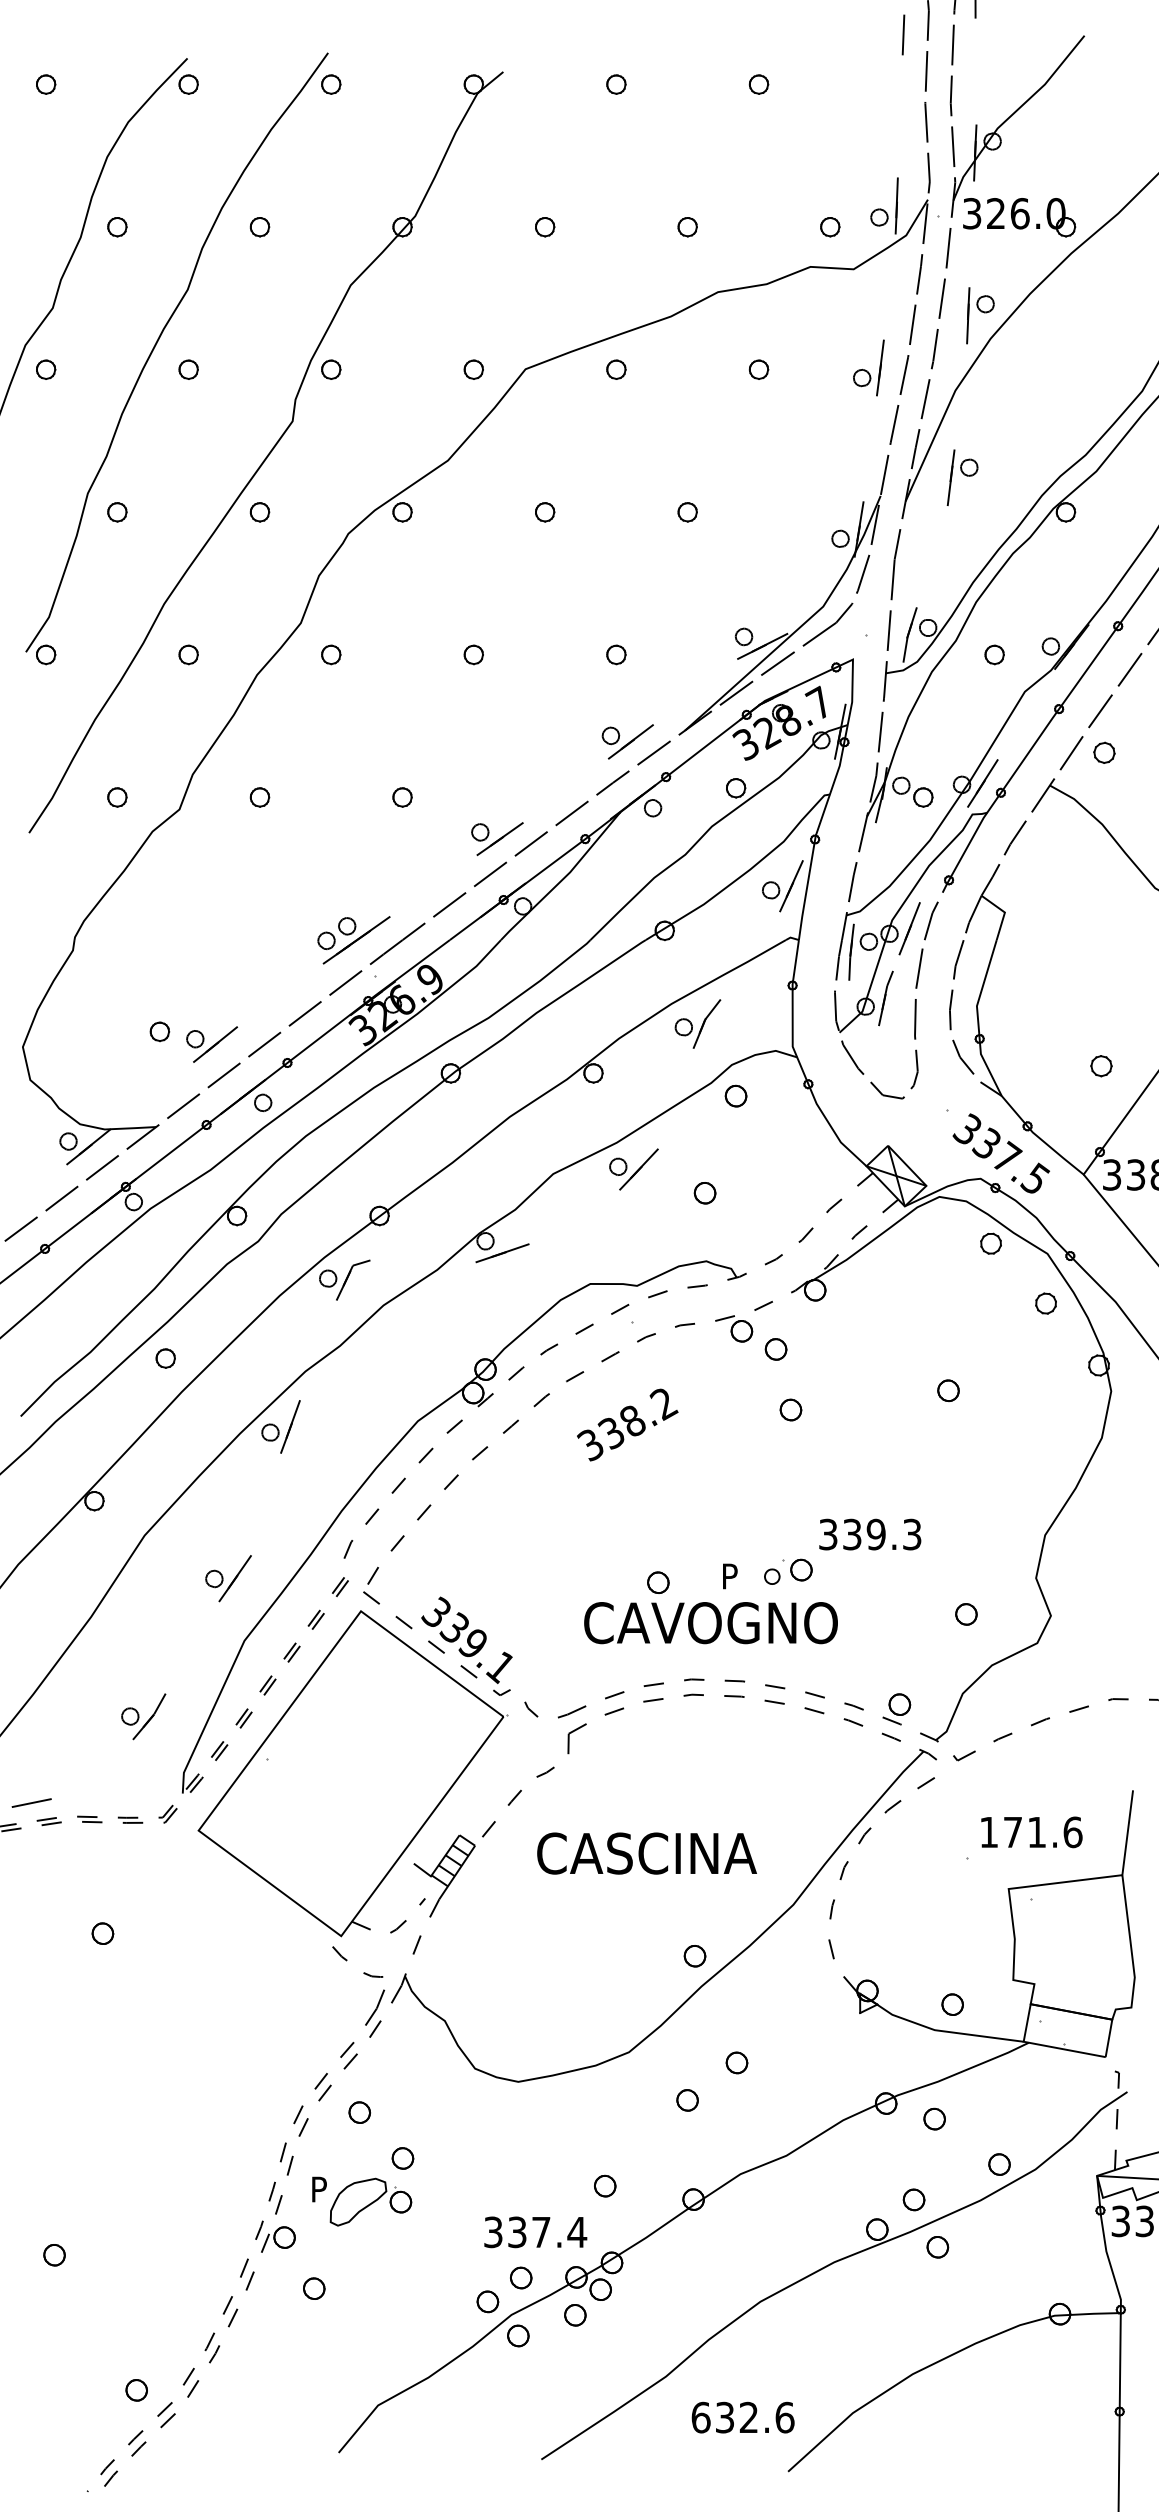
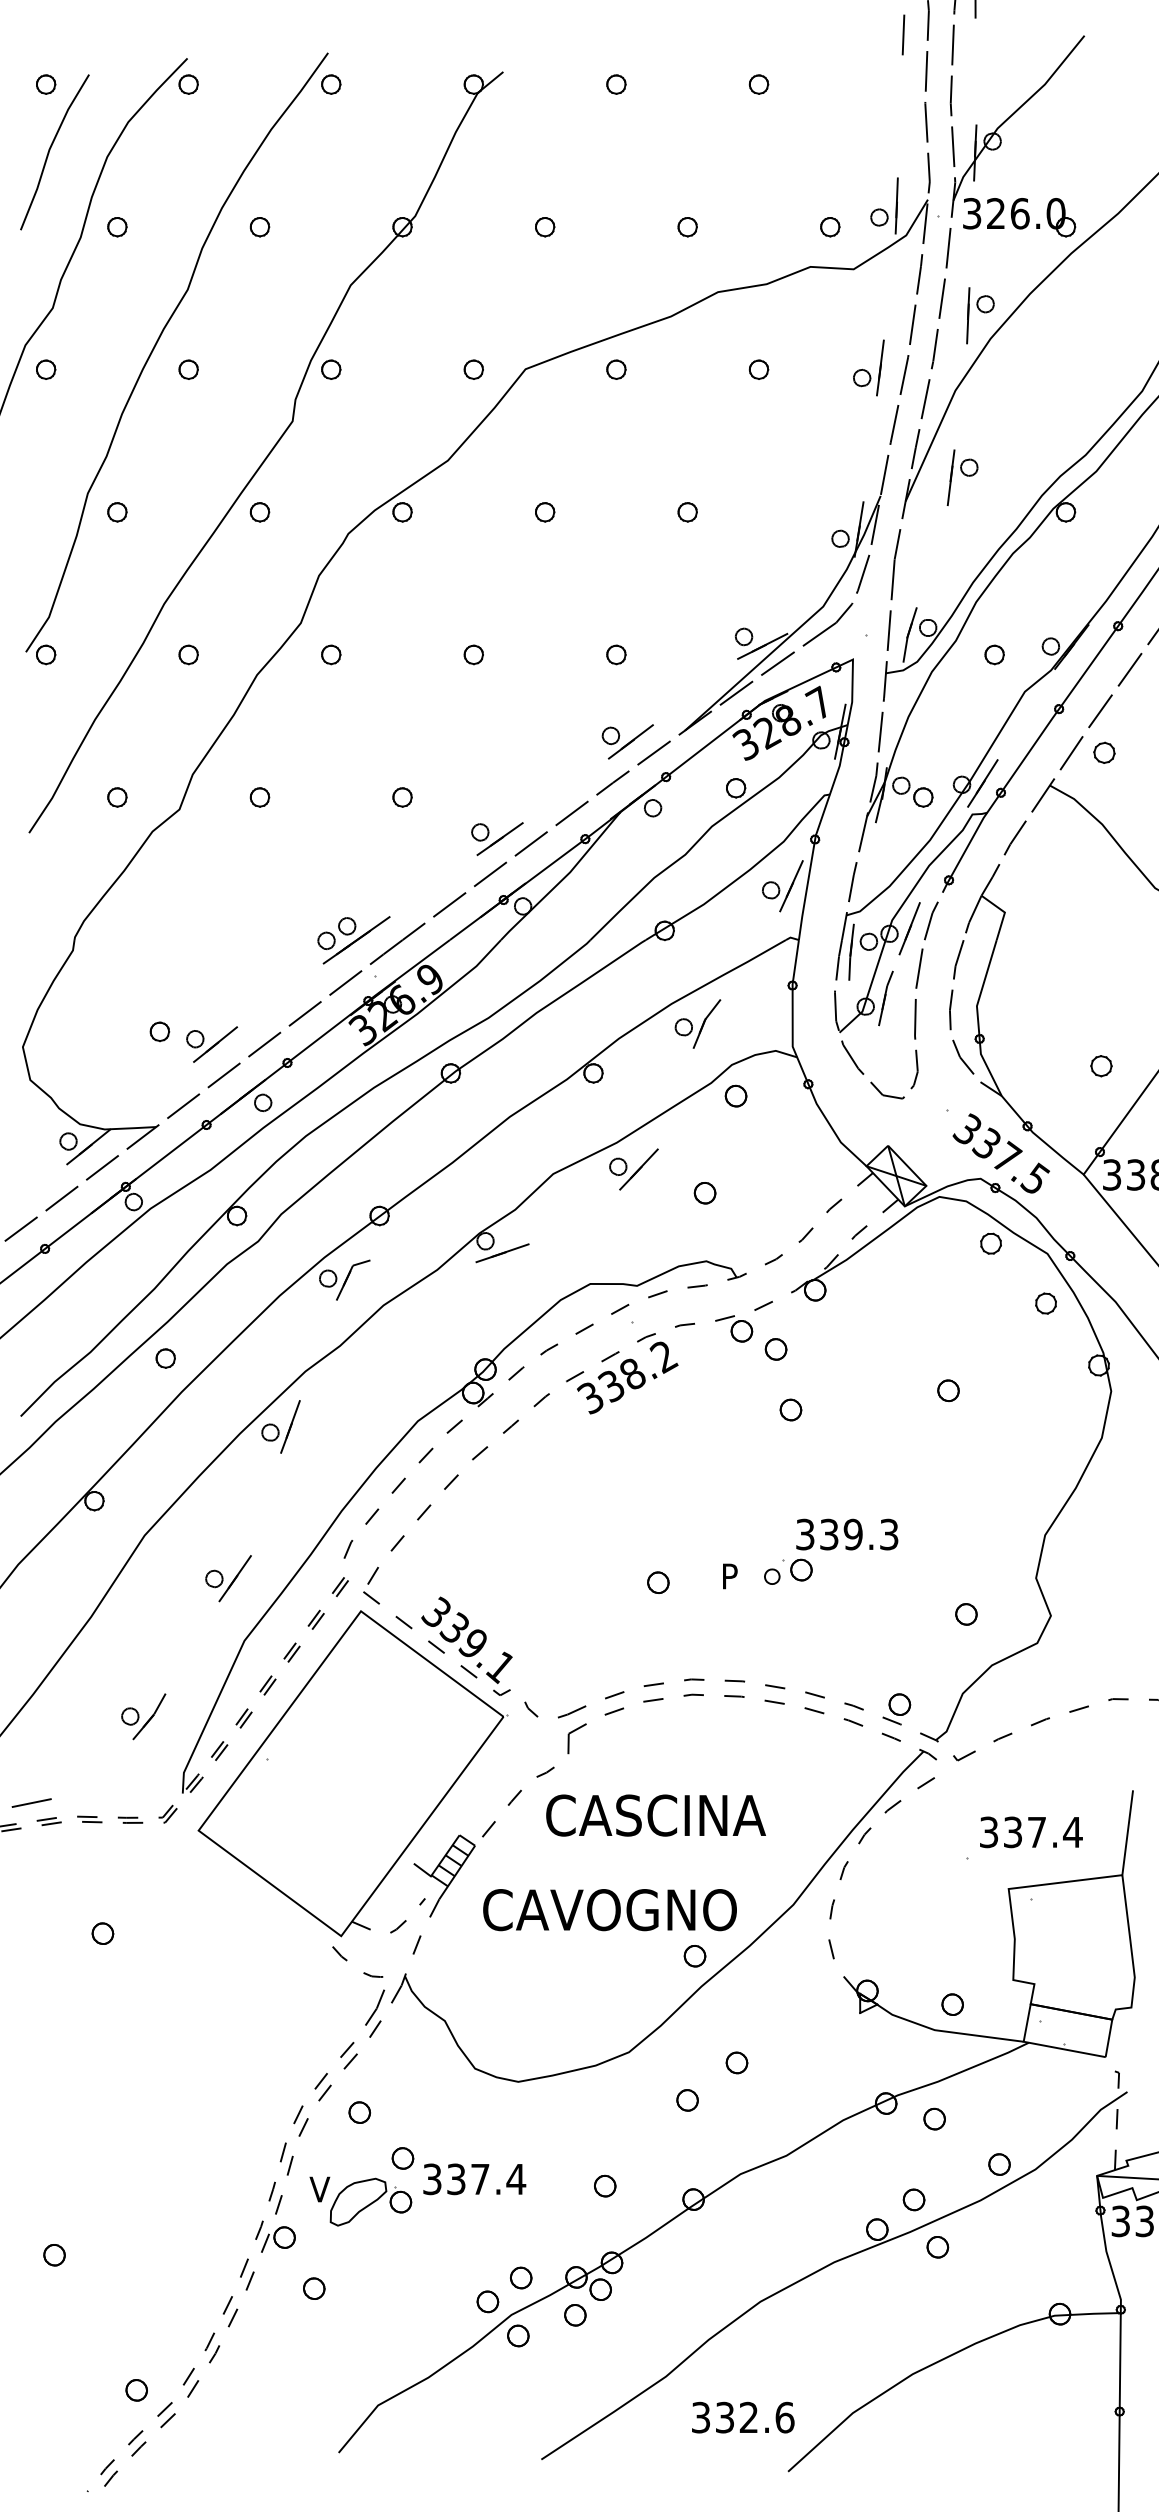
line at (50, 150): none -> present
text at (627, 1424) position: (627, 1424) -> (627, 1377)
text at (870, 1534) position: (870, 1534) -> (847, 1534)
text at (710, 1623) position: (710, 1623) -> (609, 1910)
text at (1031, 1832): 171.6 -> 337.4
text at (646, 1853) position: (646, 1853) -> (655, 1815)
text at (319, 2189): P -> V
text at (535, 2232) position: (535, 2232) -> (474, 2179)
text at (700, 2417): 632.6 -> 332.6
